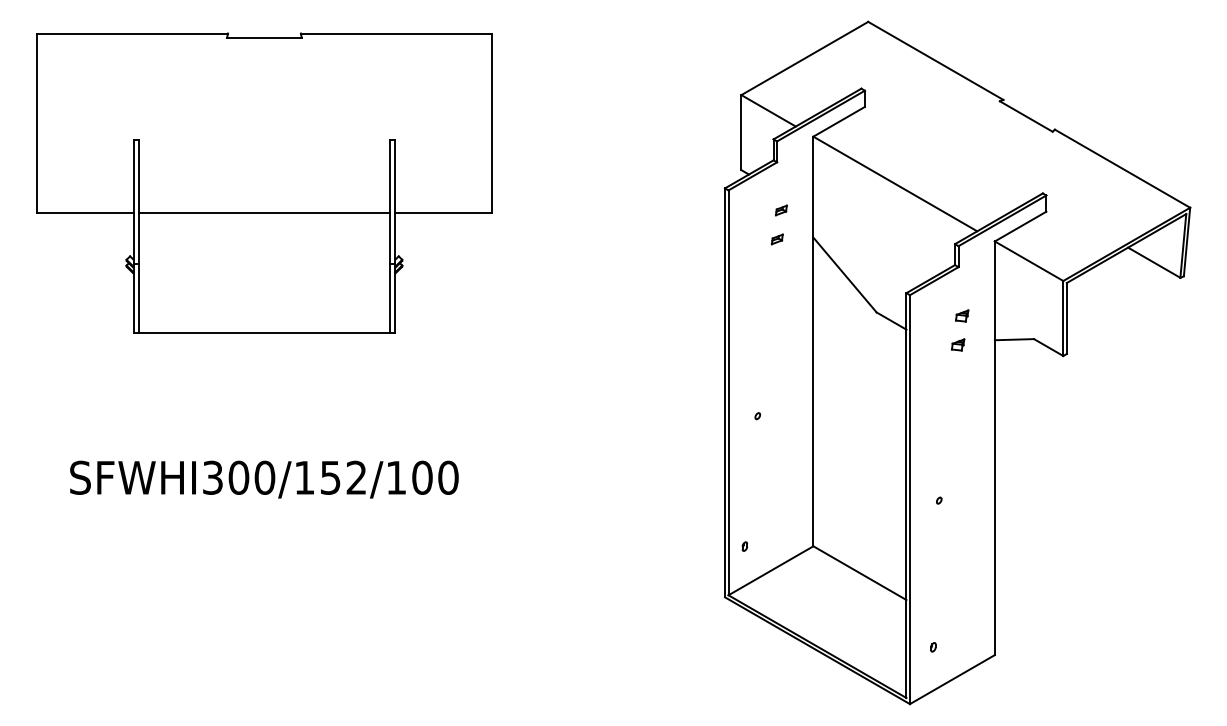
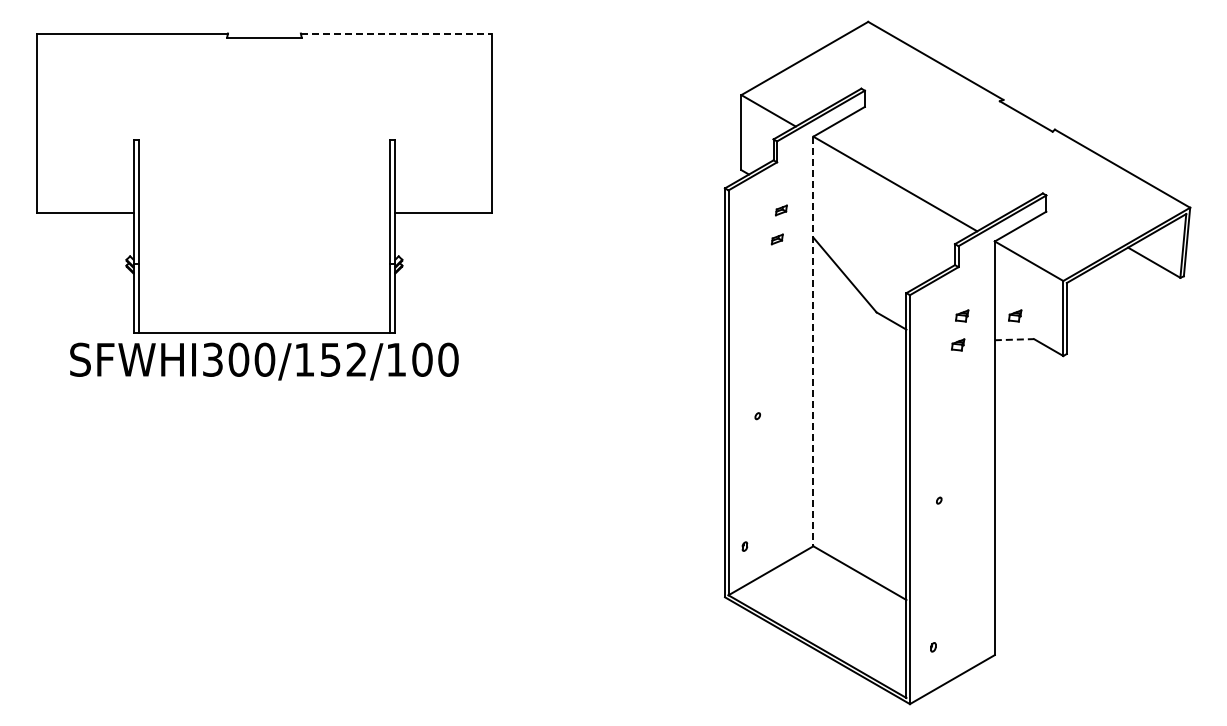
line at (396, 33): solid -> dashed
line at (264, 212): present -> none
part at (1015, 315): none -> present
line at (1014, 339): solid -> dashed
line at (813, 341): solid -> dashed
text at (264, 479) position: (264, 479) -> (264, 361)
